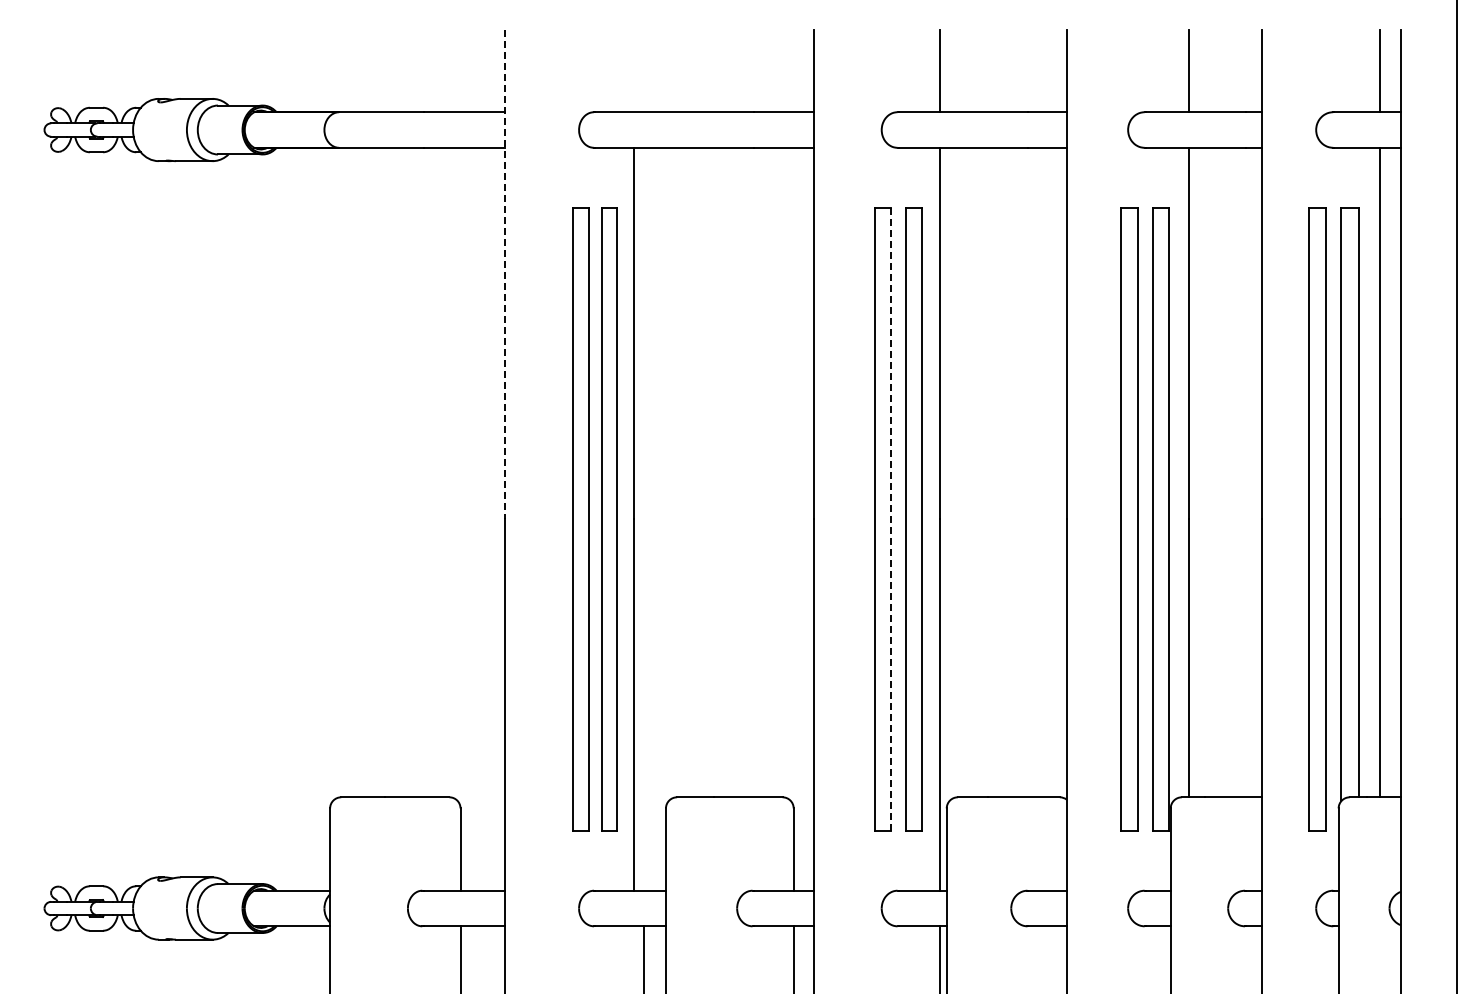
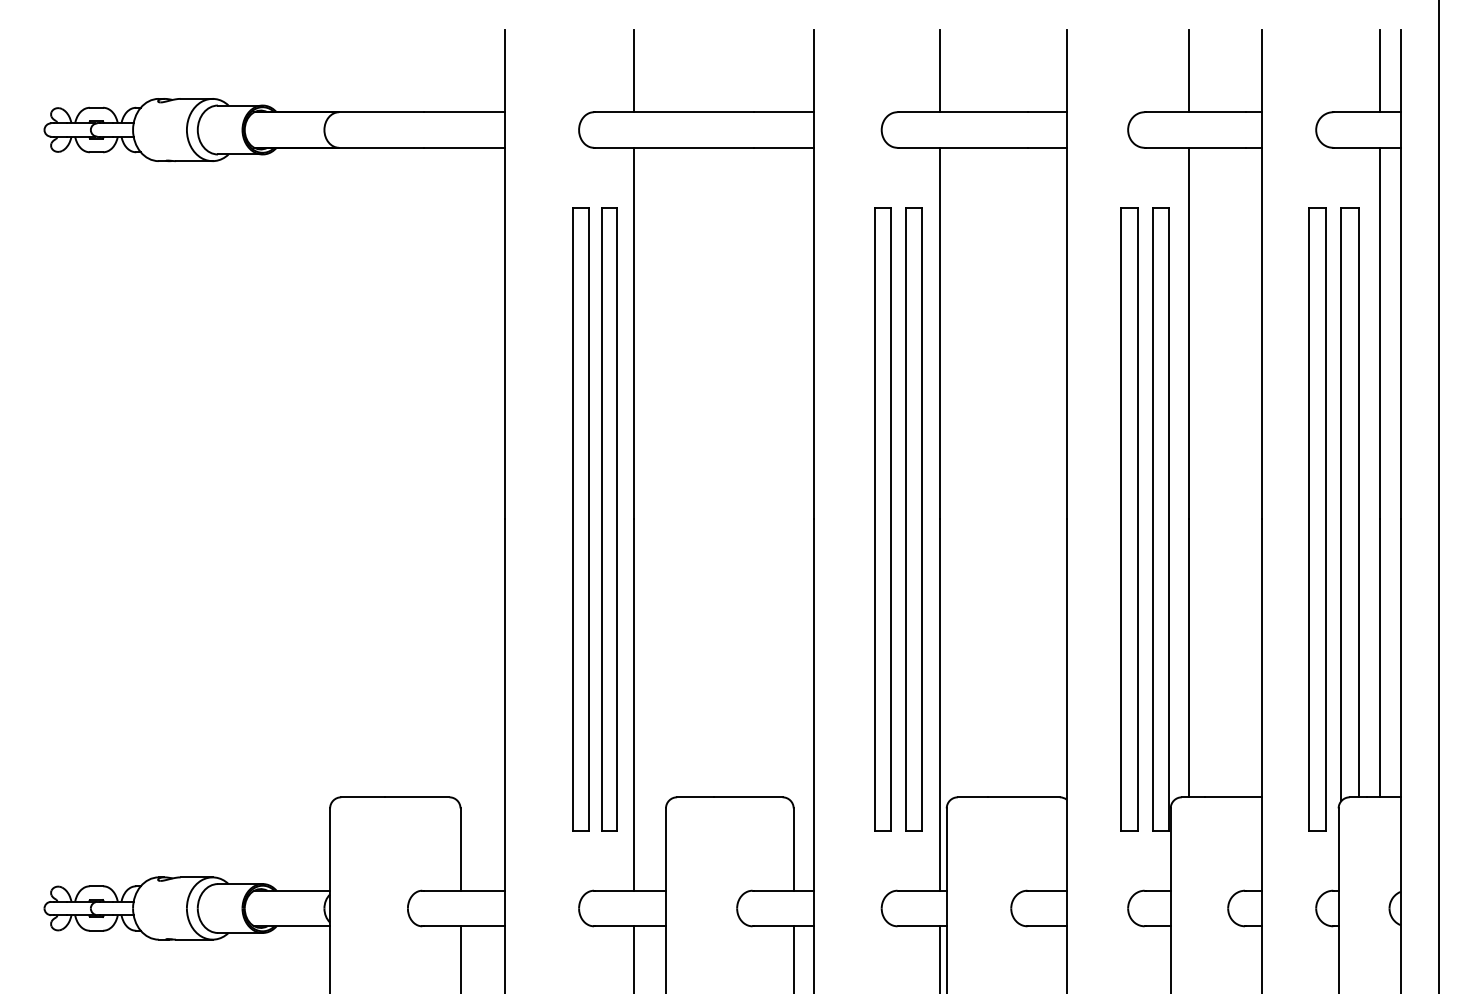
line at (633, 70): none -> present
line at (504, 274): dashed -> solid
line at (1457, 496) position: (1457, 496) -> (1439, 496)
line at (891, 518): dashed -> solid
line at (643, 958) position: (643, 958) -> (633, 958)
